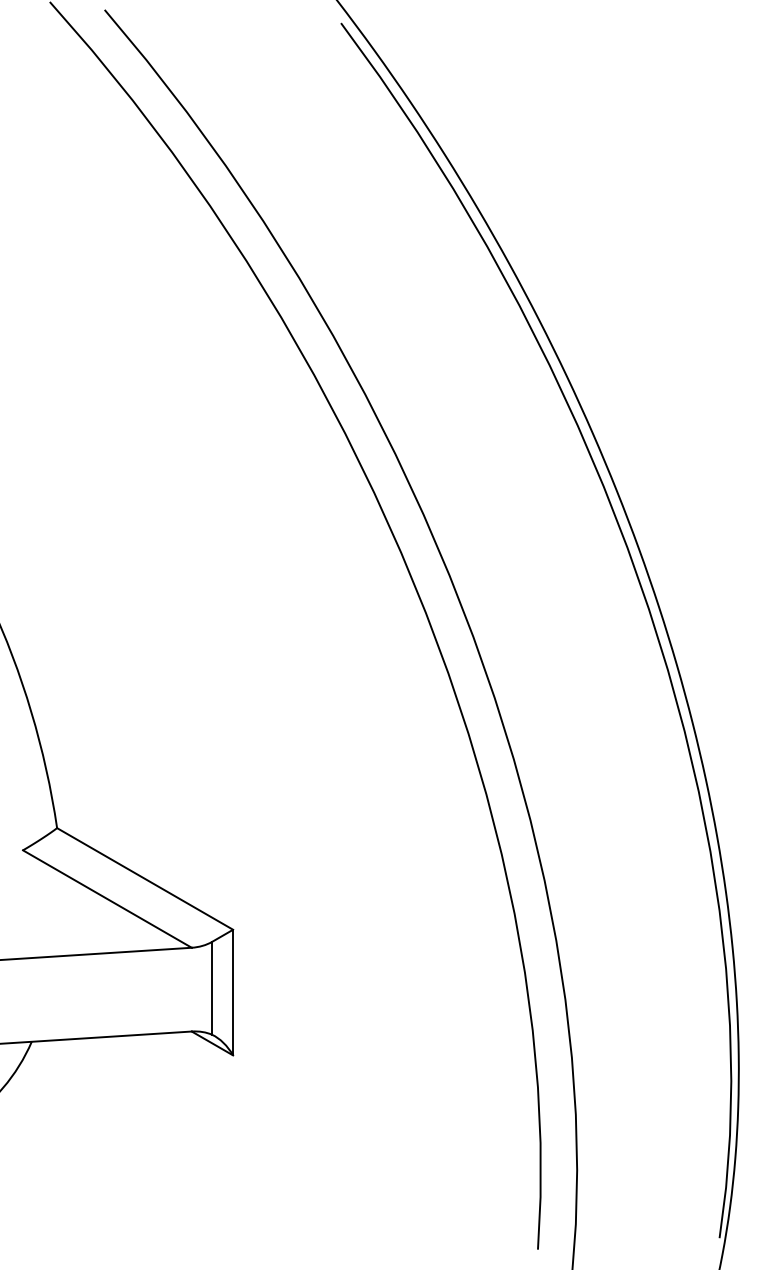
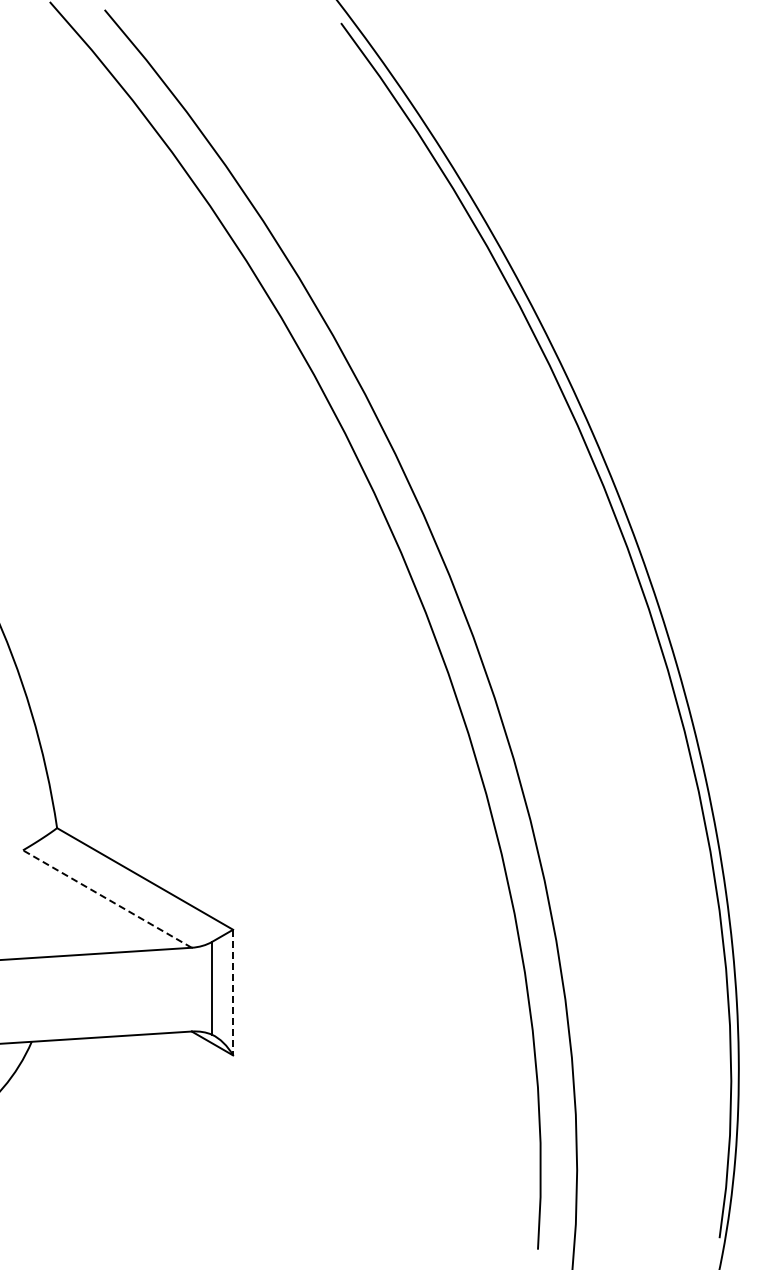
line at (106, 898): solid -> dashed
line at (233, 992): solid -> dashed
